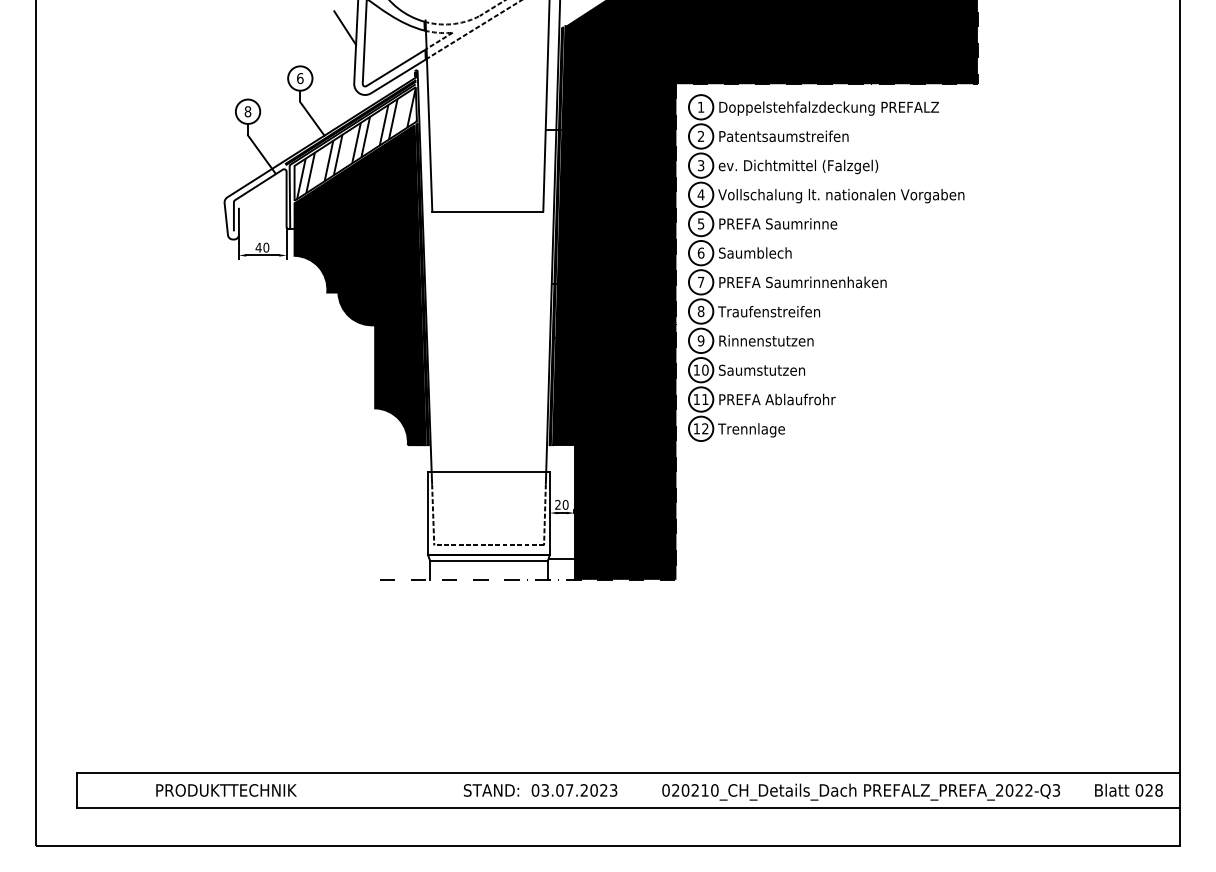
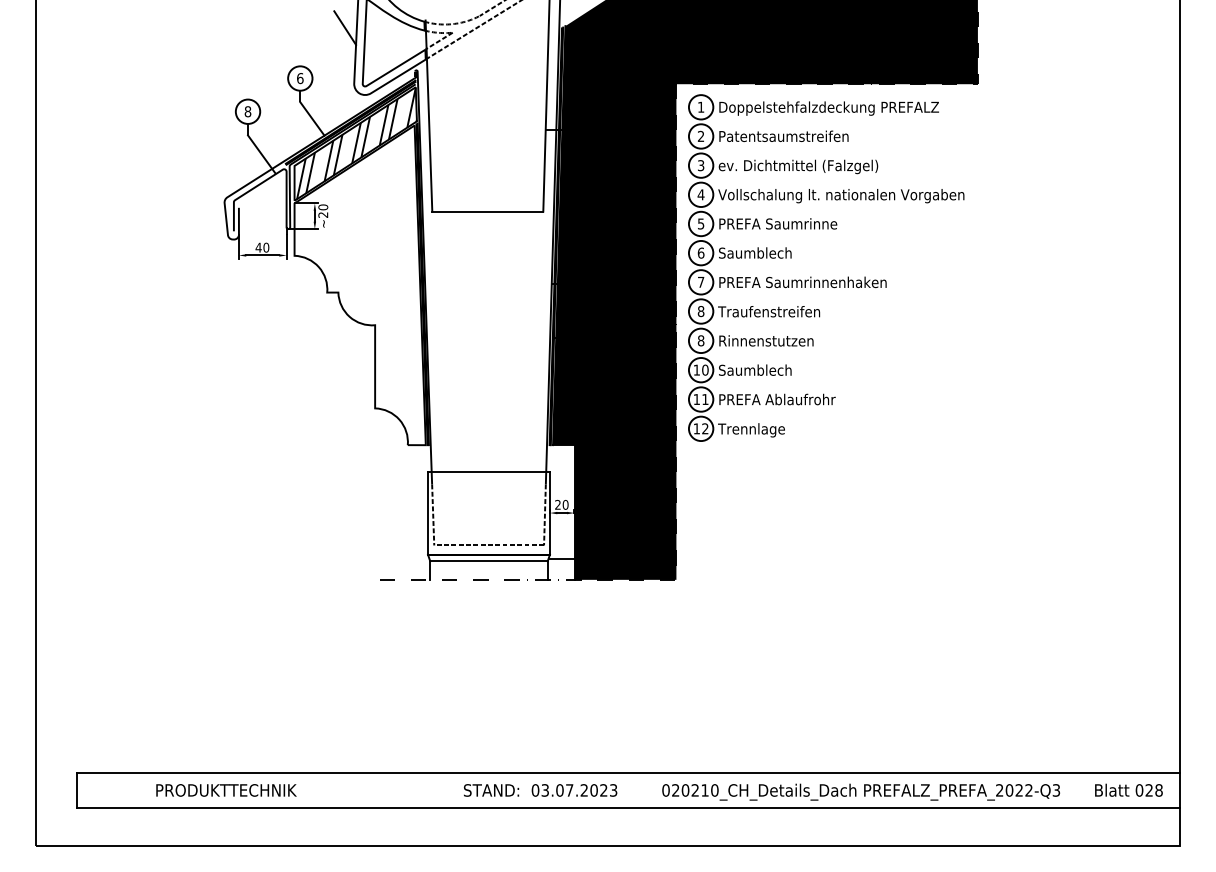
fill at (359, 285): present -> none
text at (700, 340): 9 -> 8
text at (781, 369): Saumstutzen -> Saumblech
